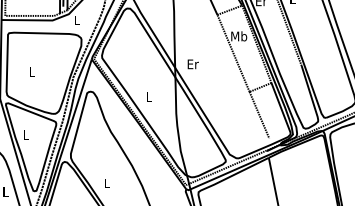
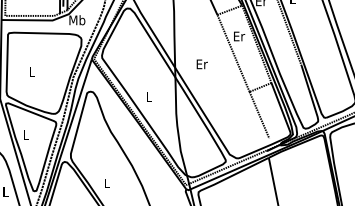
text at (77, 20): L -> Mb
text at (239, 36): Mb -> Er
text at (192, 64) position: (192, 64) -> (201, 64)
